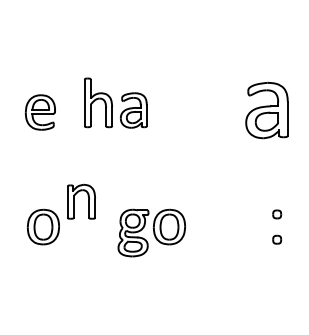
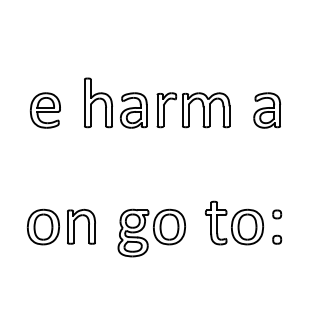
part at (193, 110): none -> present
part at (266, 110) size: 44x58 px -> 29x37 px
part at (40, 112) position: (40, 112) -> (45, 110)
part at (74, 201) position: (74, 201) -> (74, 226)
part at (234, 222): none -> present
